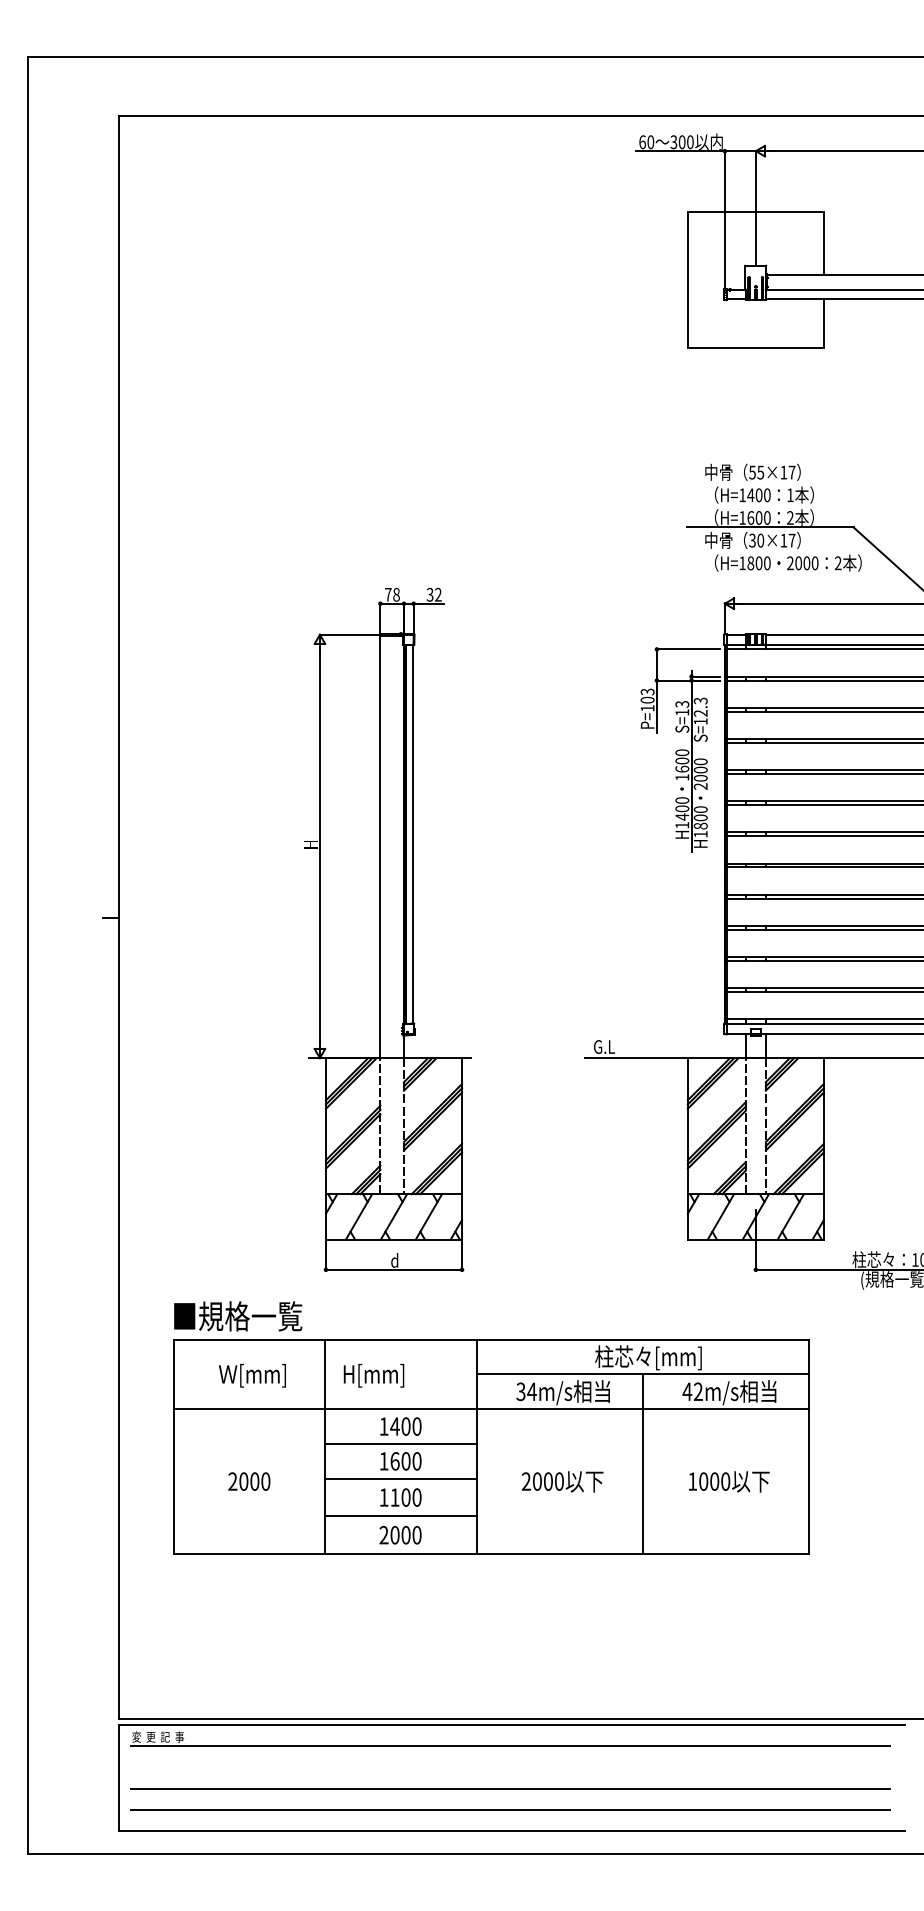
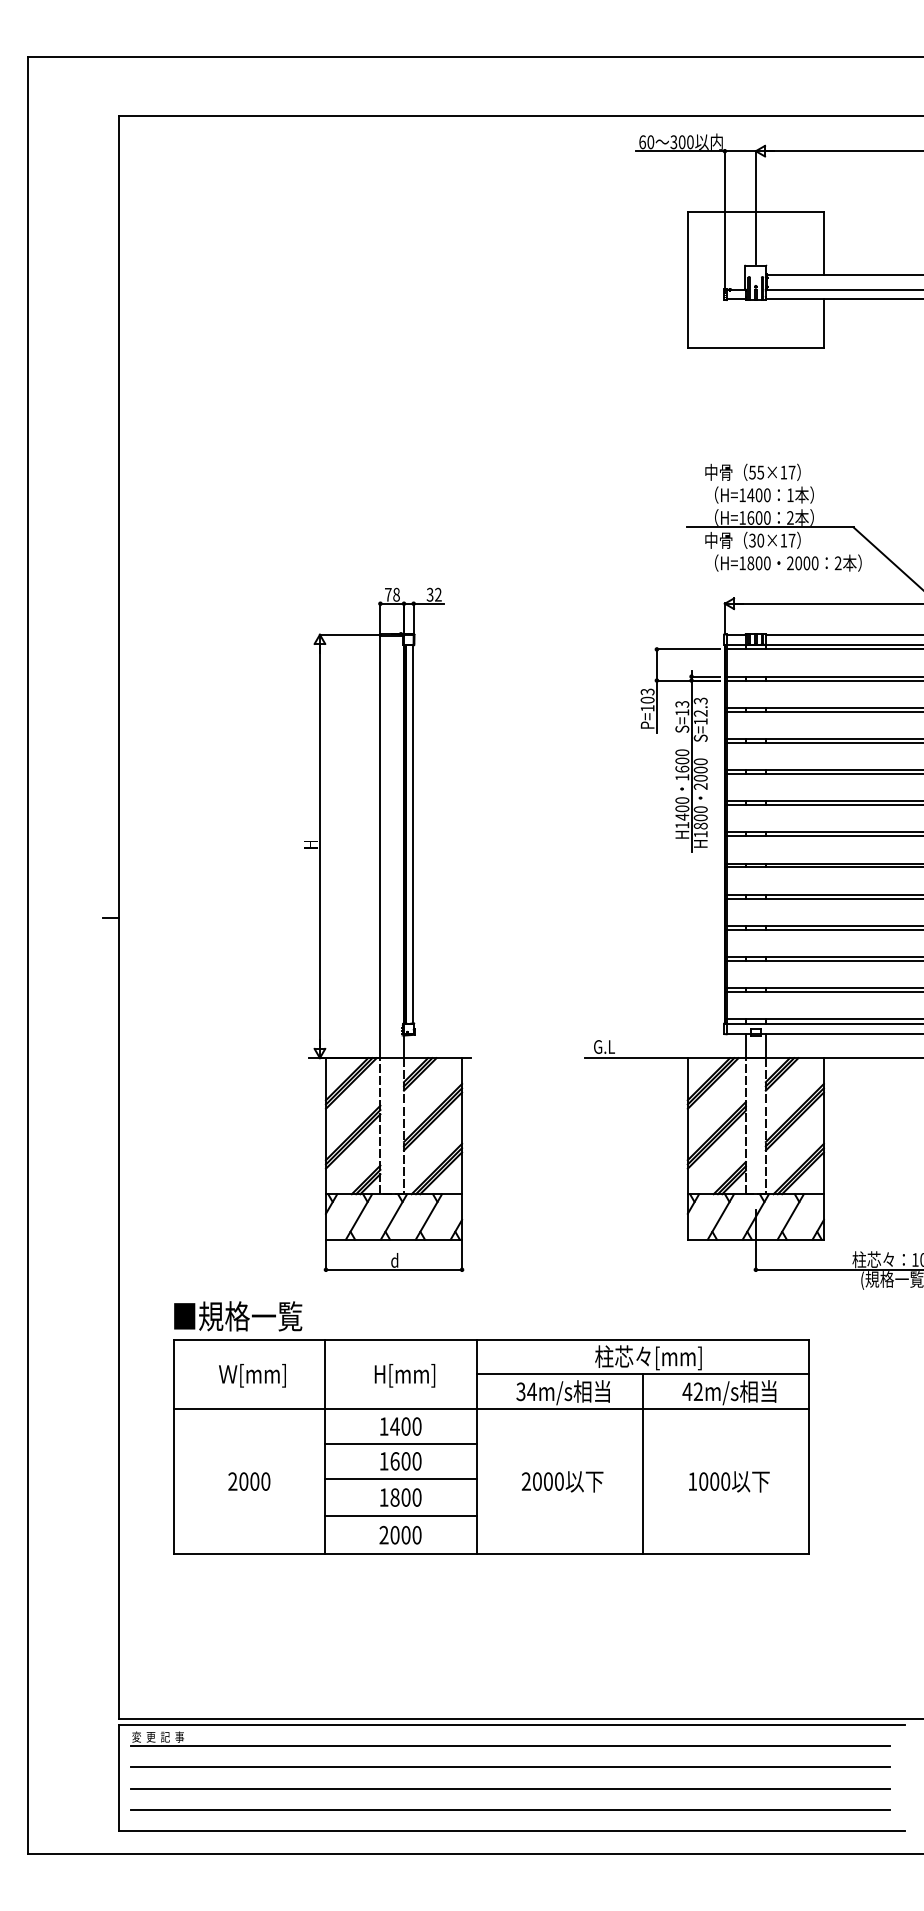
text at (373, 1375) position: (373, 1375) -> (404, 1375)
text at (394, 1497): 1100 -> 1800
line at (510, 1767): none -> present
